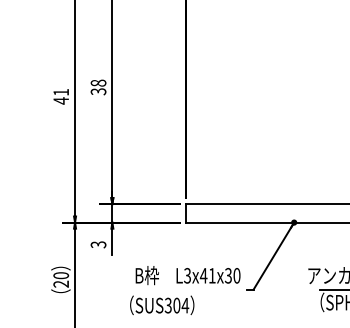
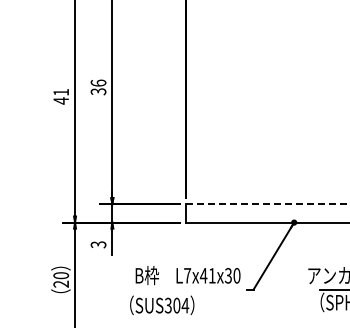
text at (98, 82): 38 -> 36
line at (267, 204): solid -> dashed
text at (187, 275): L3x41x30 -> L7x41x30
